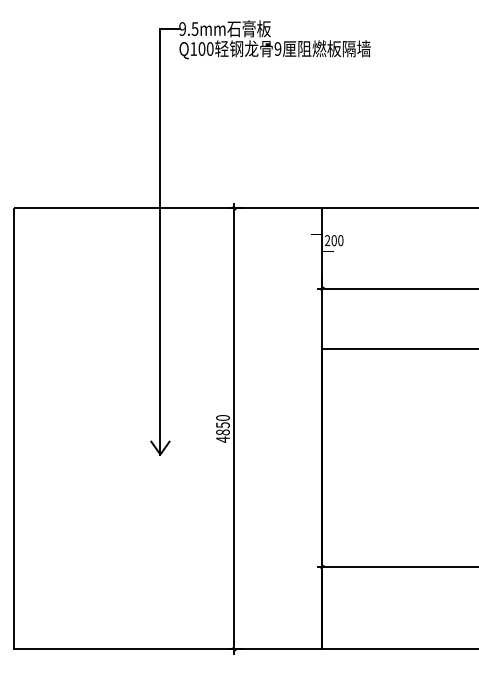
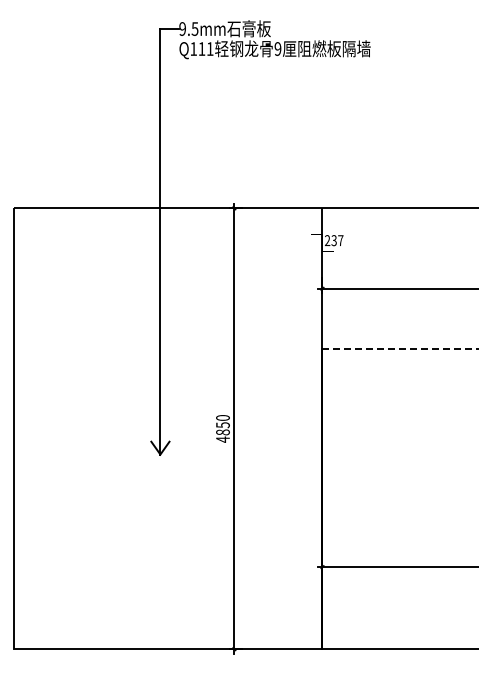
text at (205, 48): Q100 -> Q111
text at (337, 240): 200 -> 237
line at (400, 349): solid -> dashed
